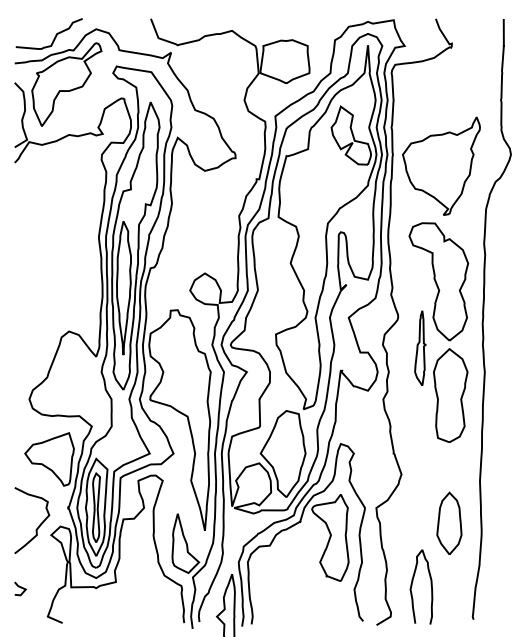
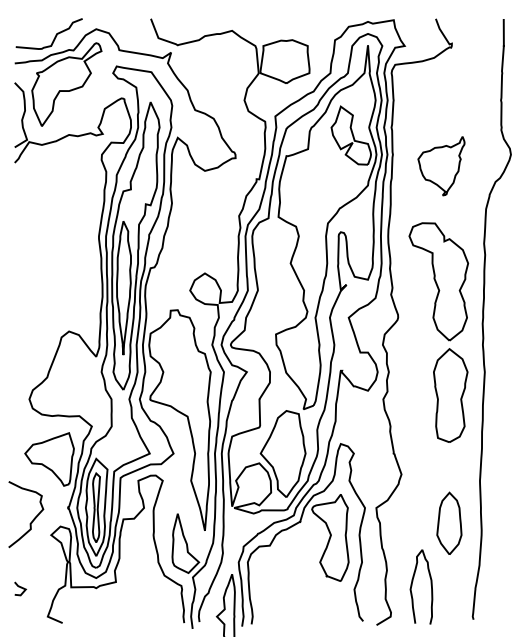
part at (441, 165) size: 79x100 px -> 49x61 px
part at (420, 347): present -> none
curve at (38, 525) position: (38, 525) -> (32, 519)
